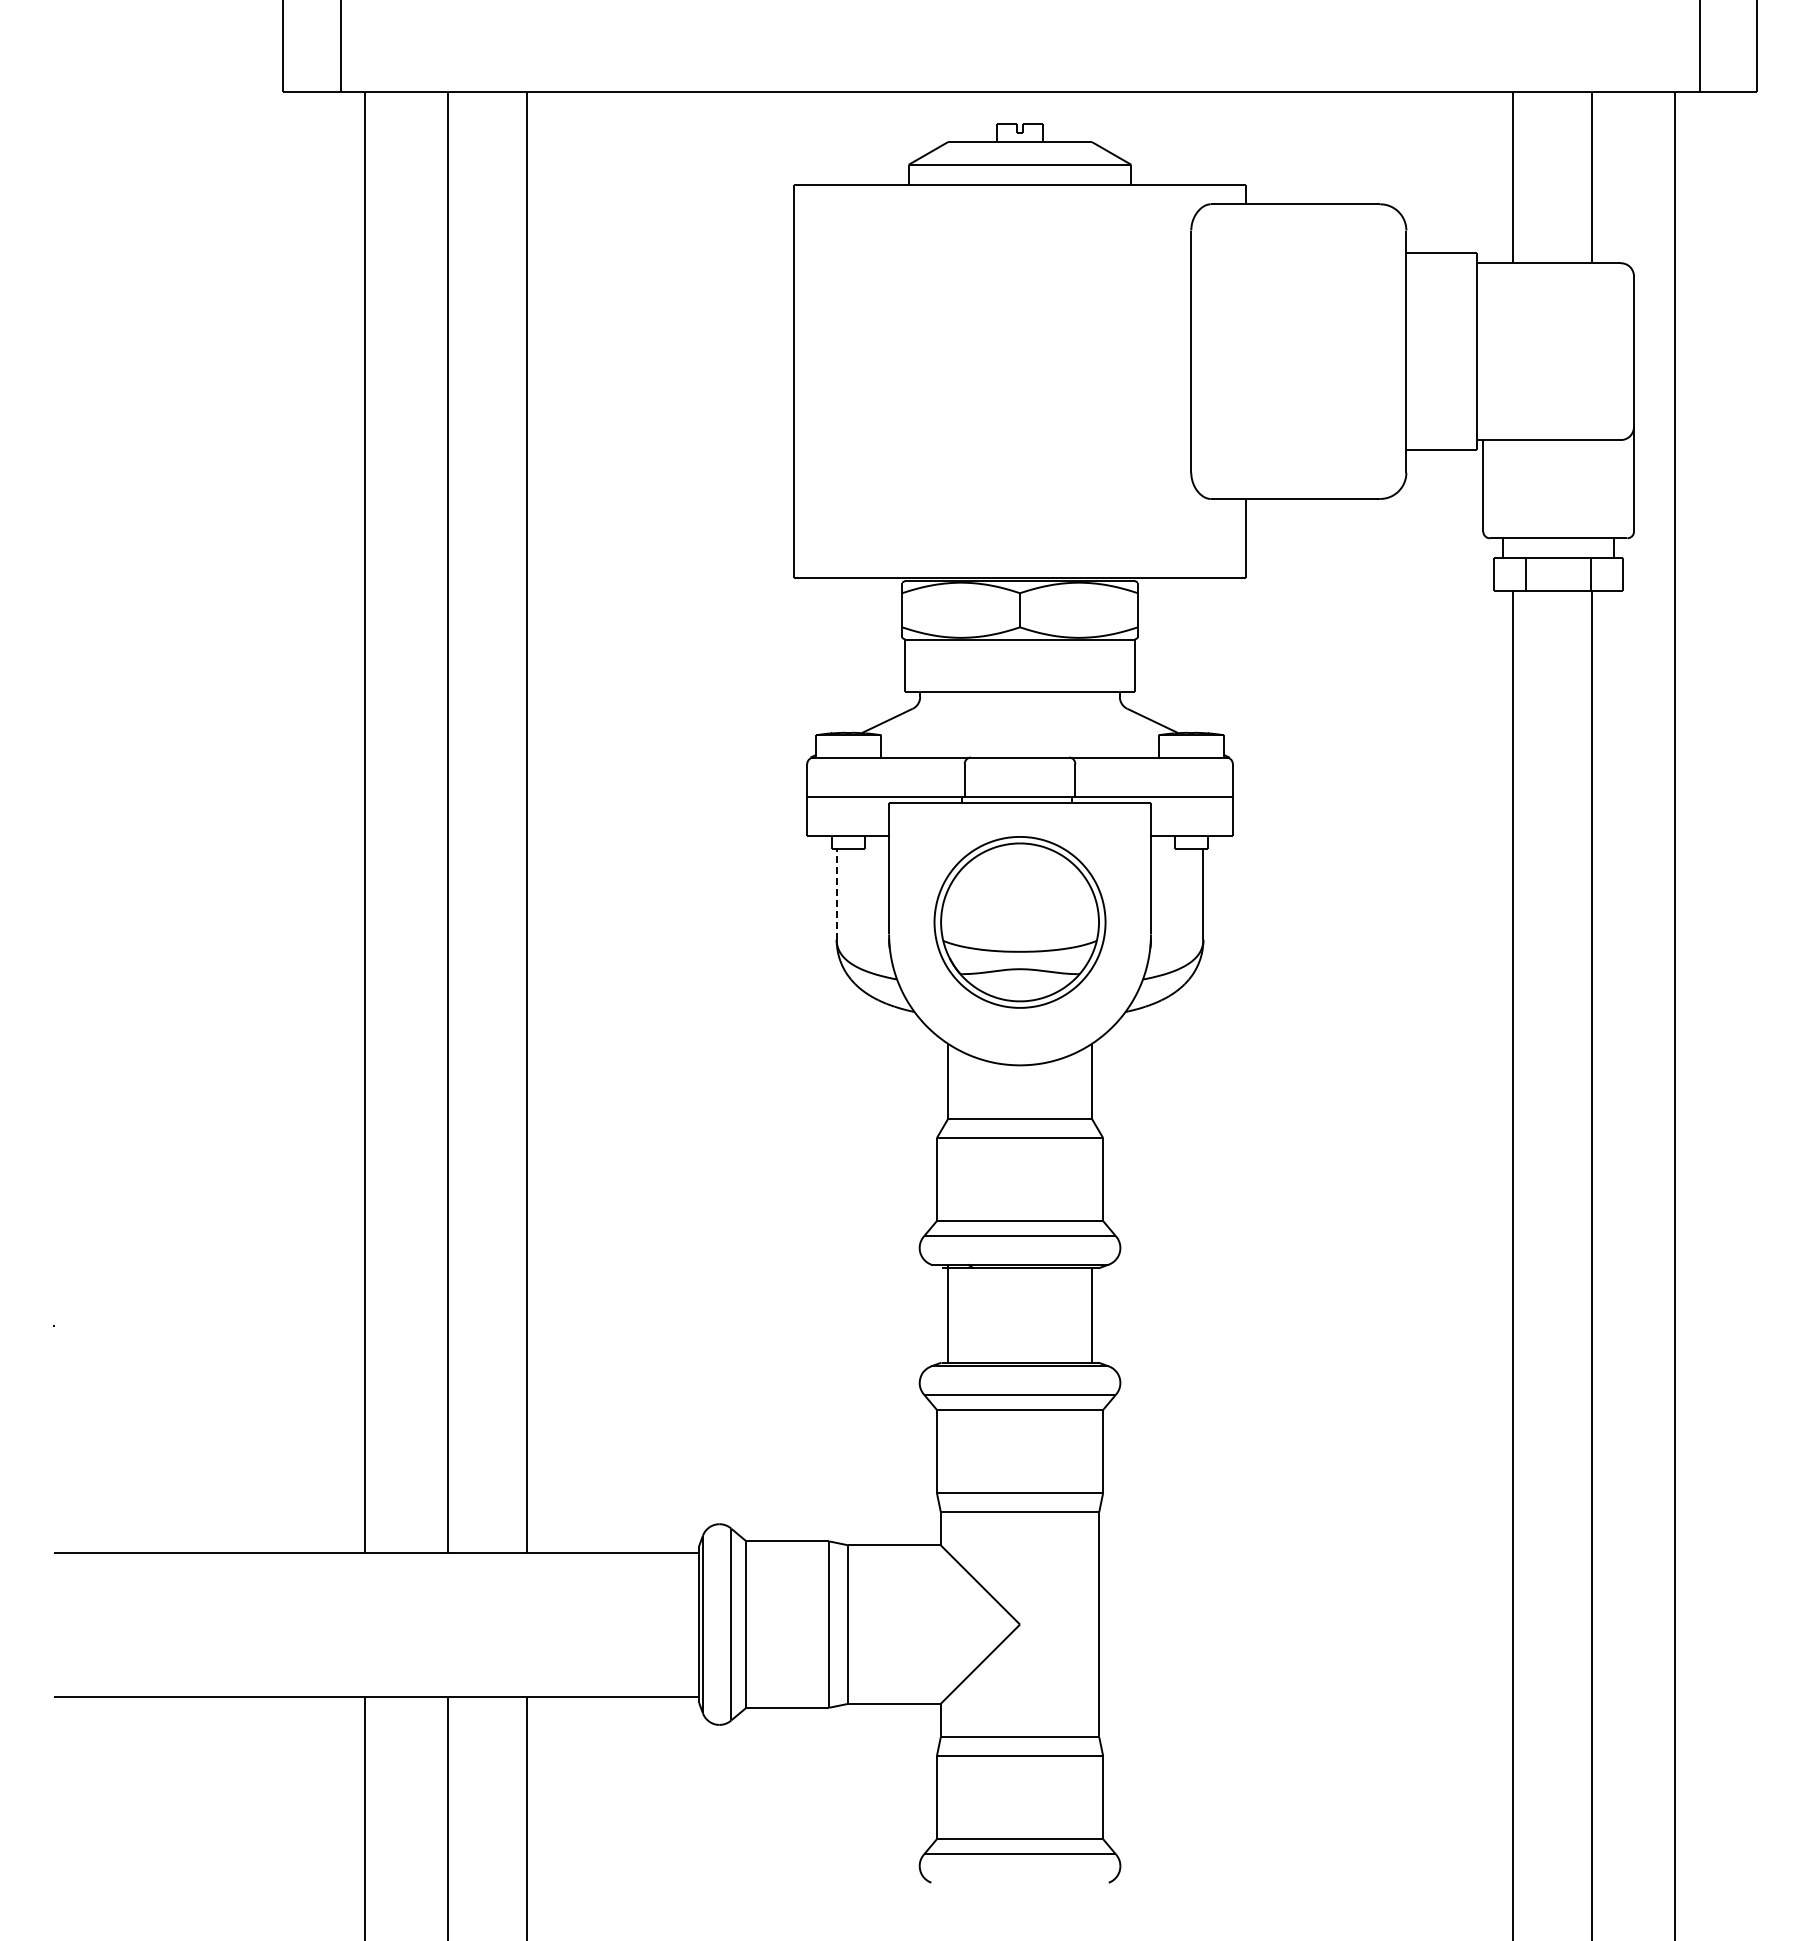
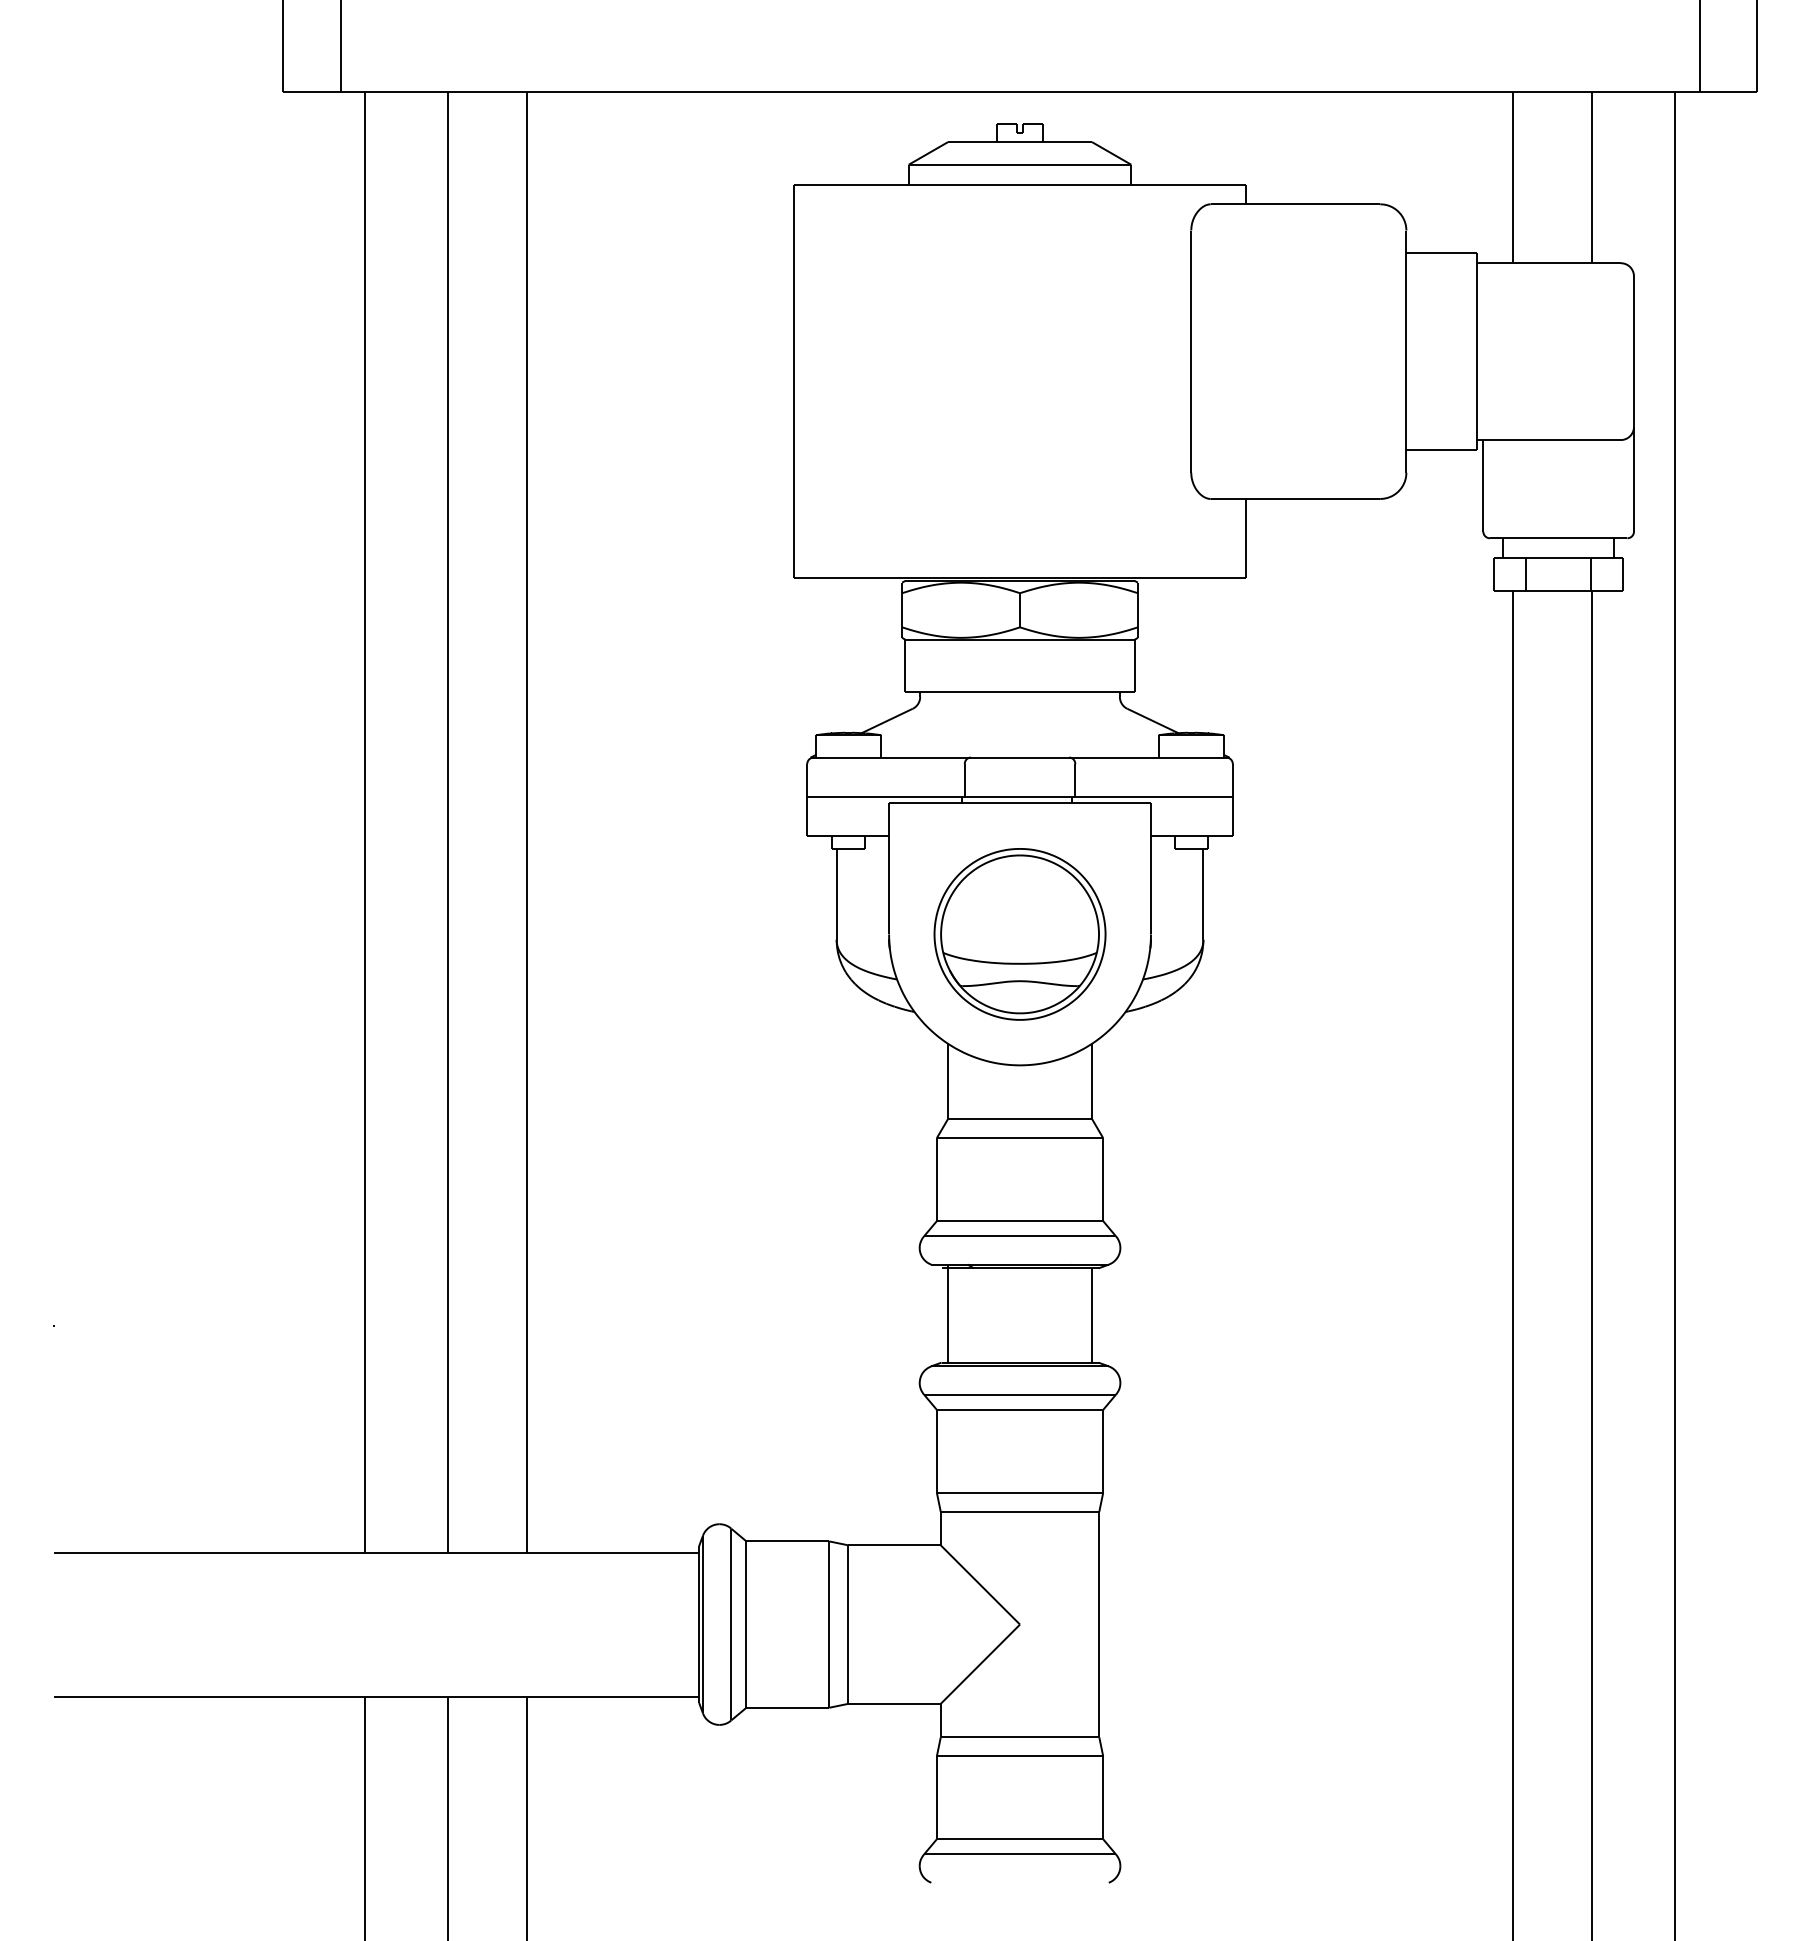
line at (836, 894): dashed -> solid
part at (1019, 922) position: (1019, 922) -> (1019, 934)
